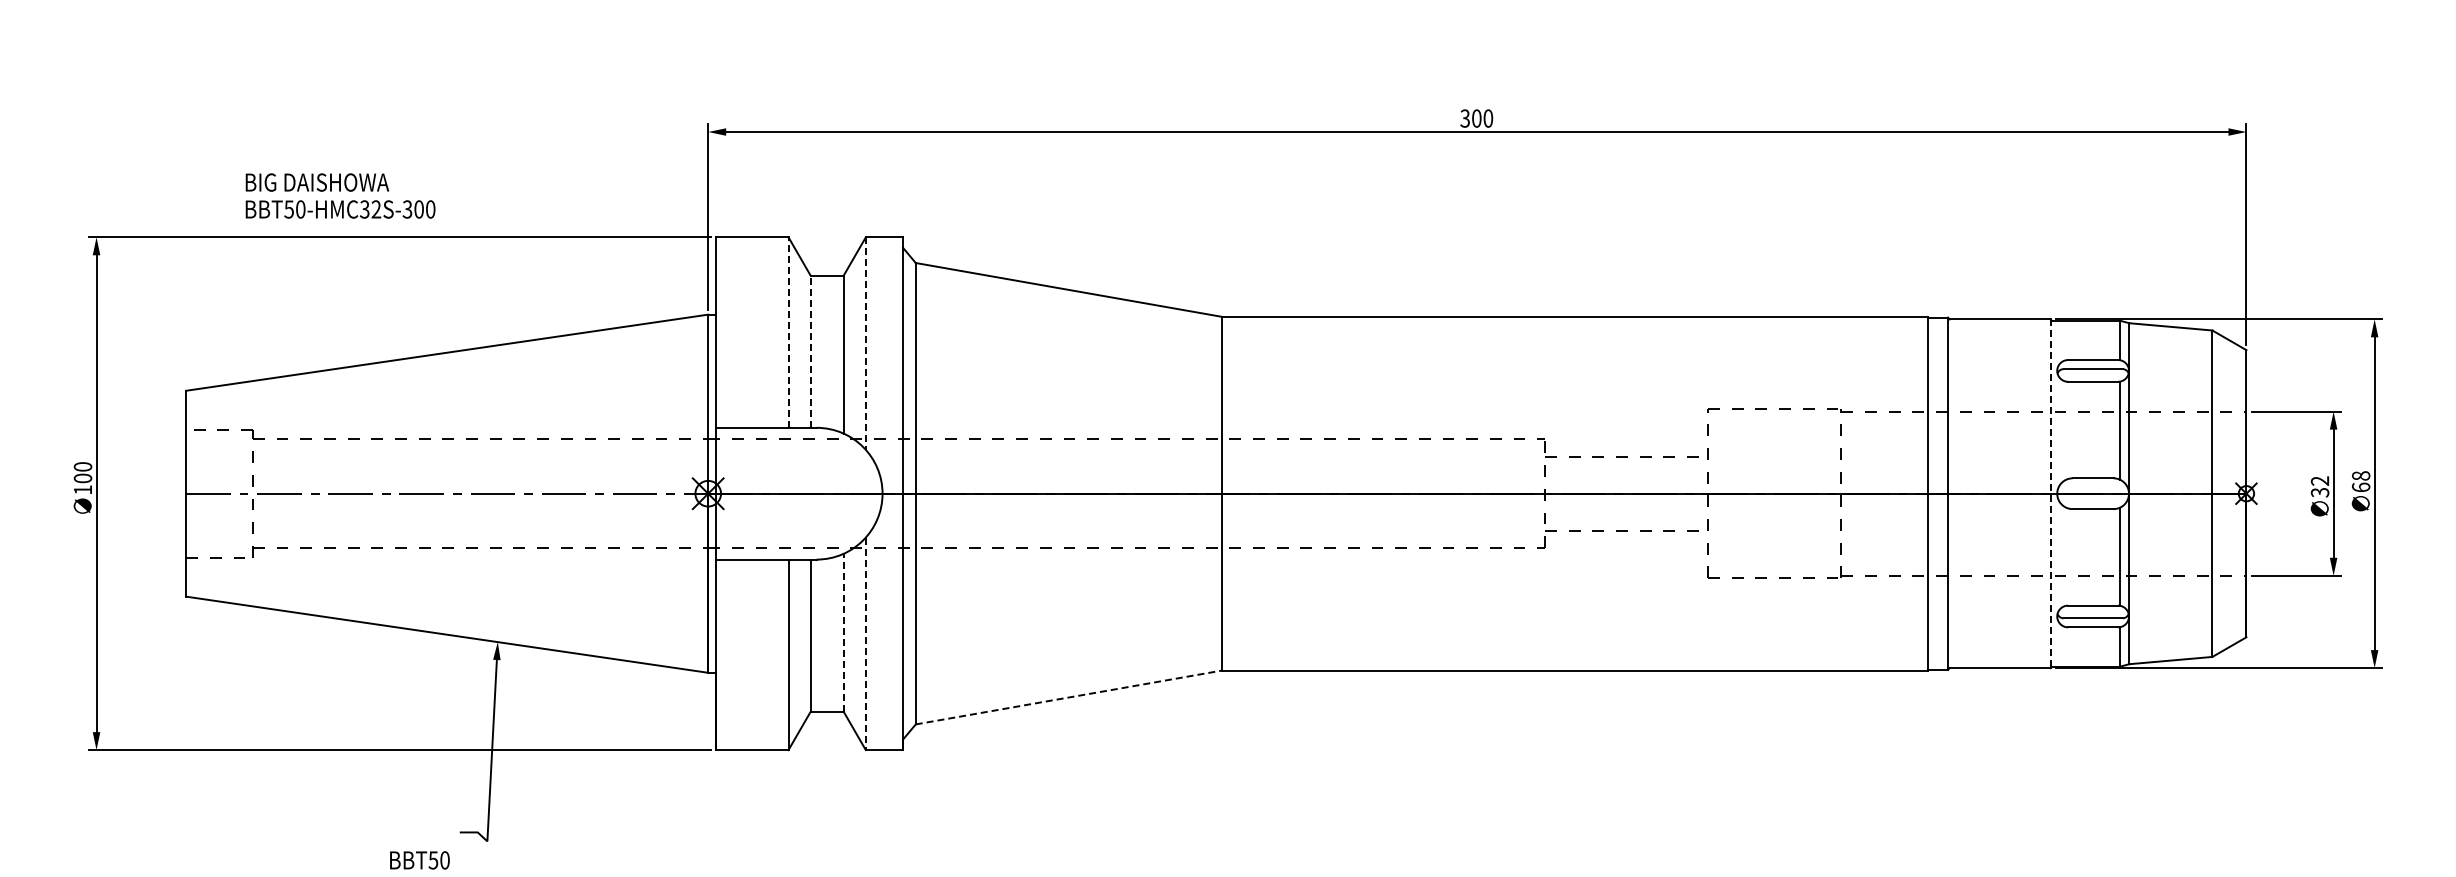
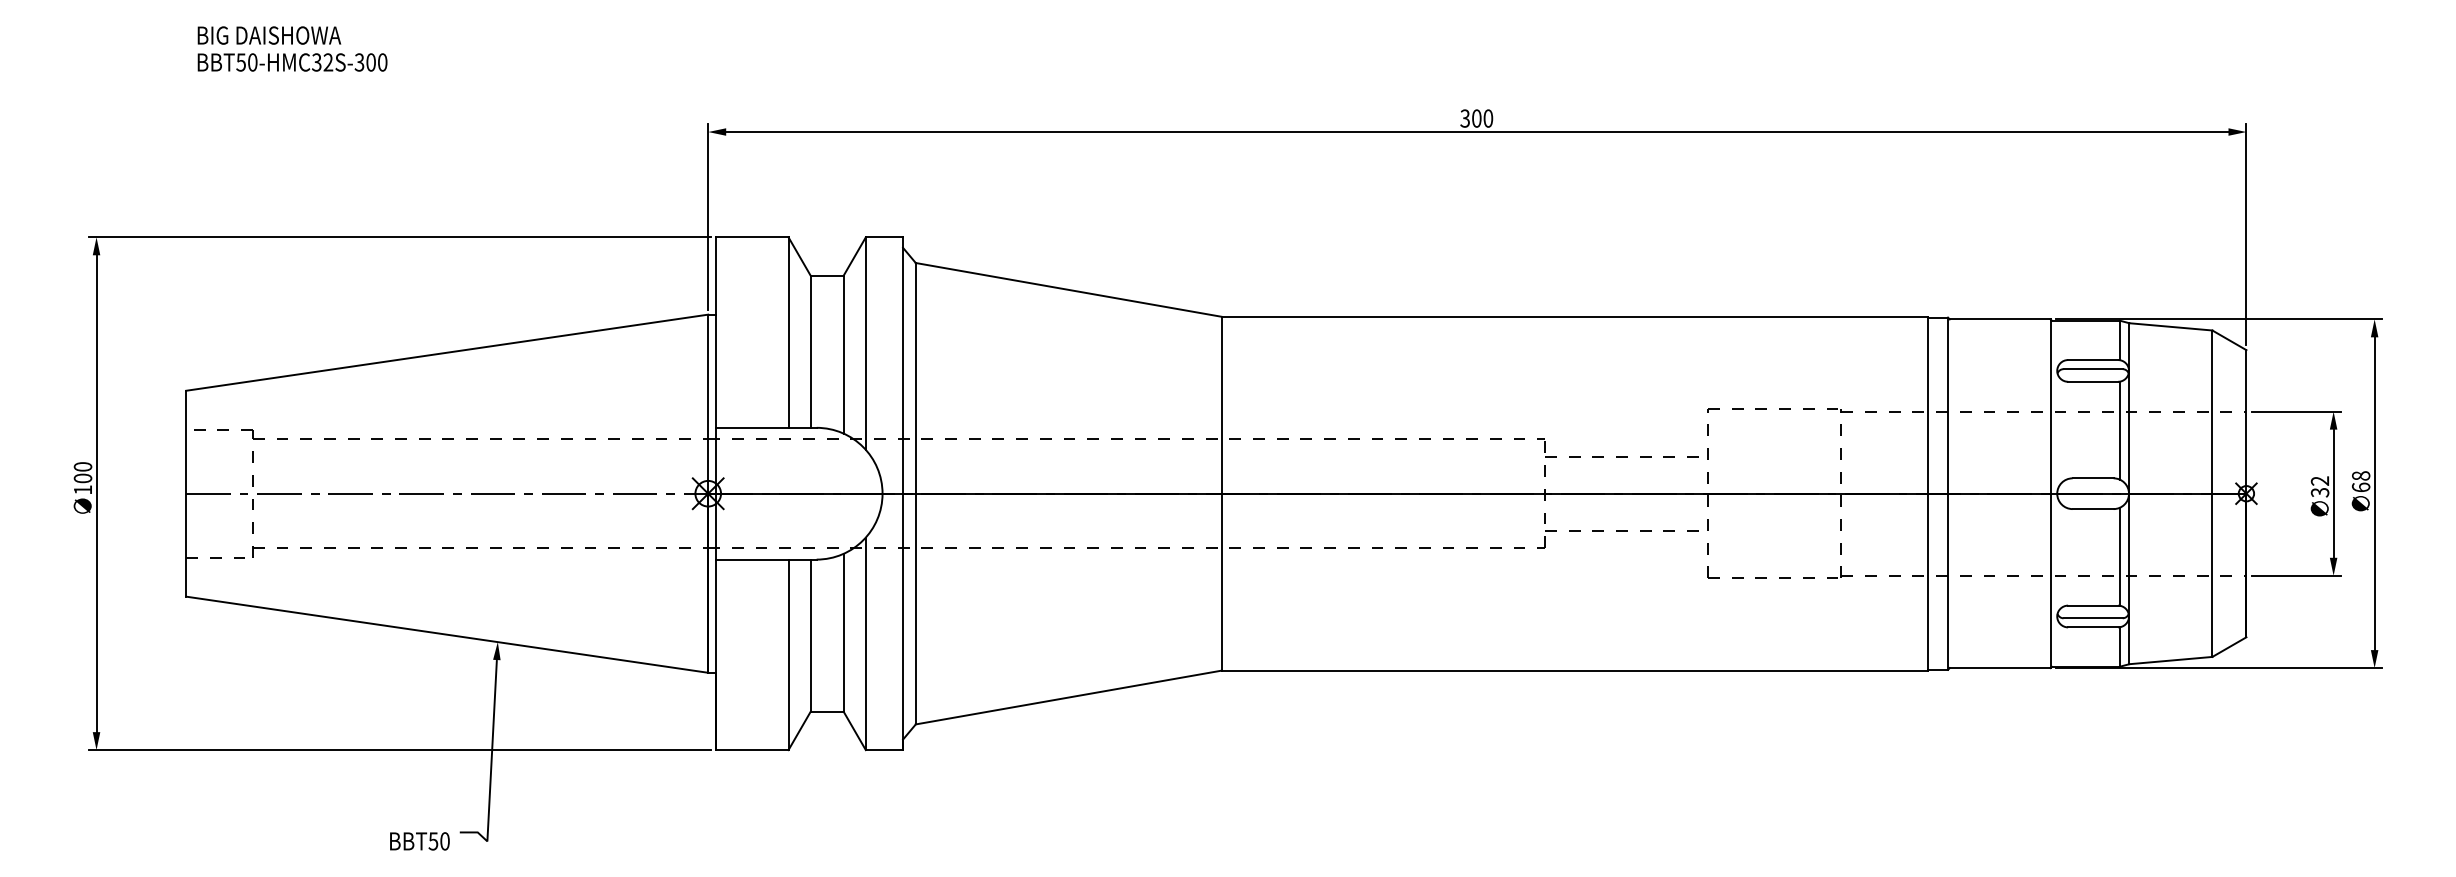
text at (340, 195) position: (340, 195) -> (292, 48)
line at (788, 332): dashed -> solid
line at (865, 344): dashed -> solid
line at (810, 351): dashed -> solid
line at (2050, 494): dashed -> solid
line at (843, 632): dashed -> solid
line at (865, 644): dashed -> solid
line at (1069, 697): dashed -> solid
text at (419, 860) position: (419, 860) -> (419, 841)
